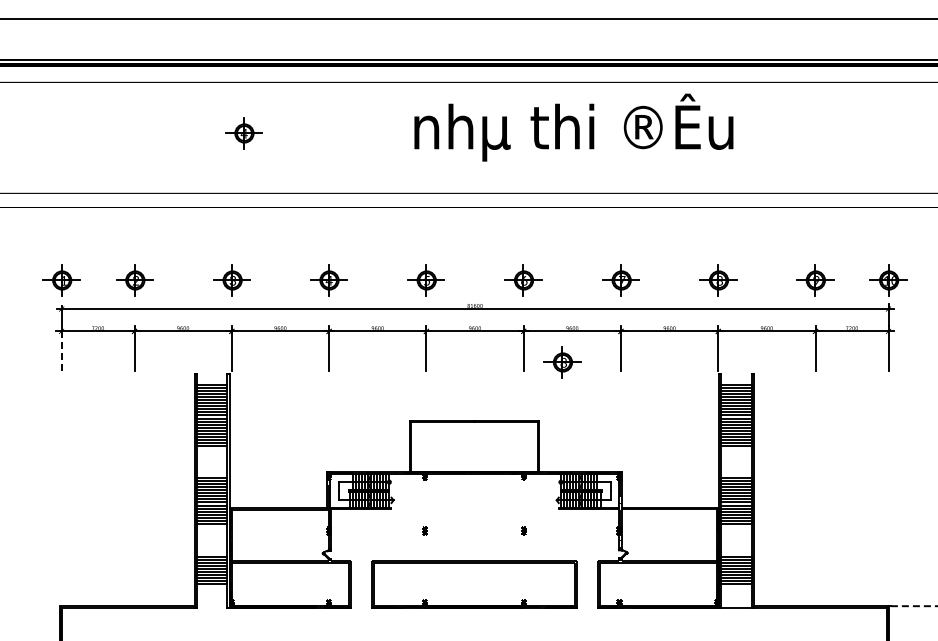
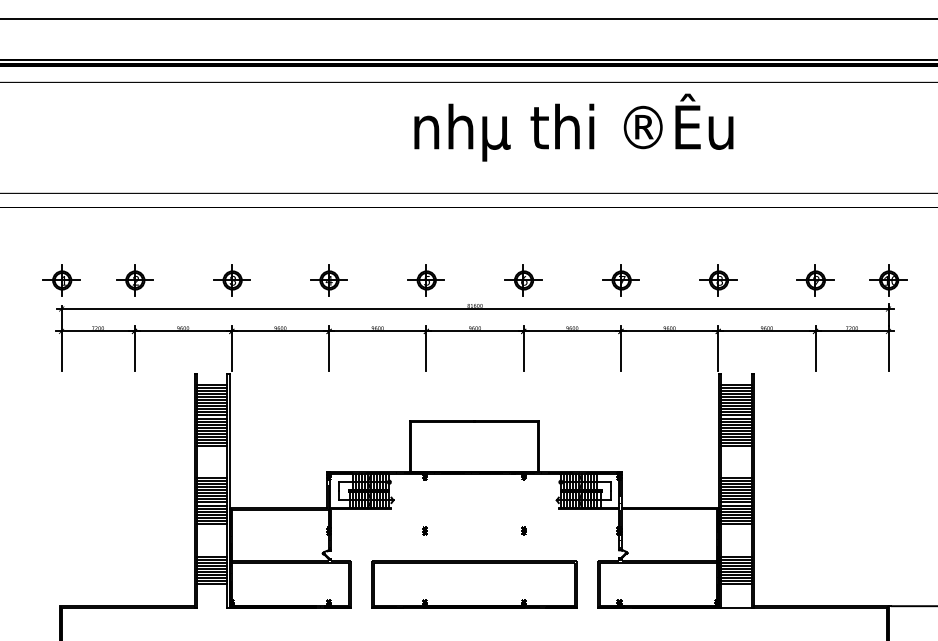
part at (243, 133): present -> none
line at (61, 351): dashed -> solid
part at (562, 362): present -> none
line at (914, 606): dashed -> solid
